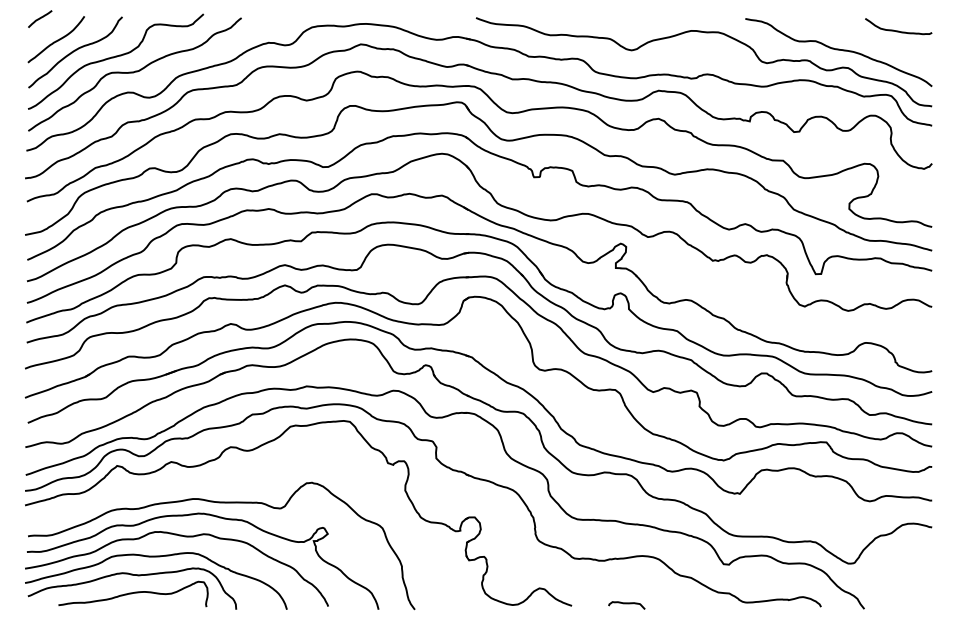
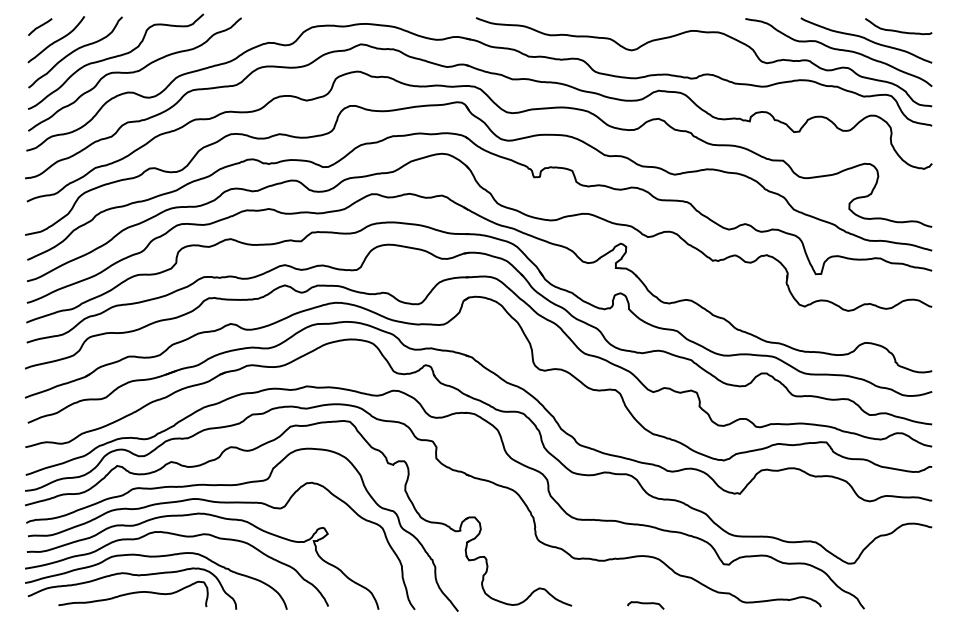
line at (40, 18) position: (40, 18) -> (40, 26)
curve at (866, 40): none -> present
curve at (240, 485): none -> present
curve at (626, 604) position: (626, 604) -> (645, 604)
